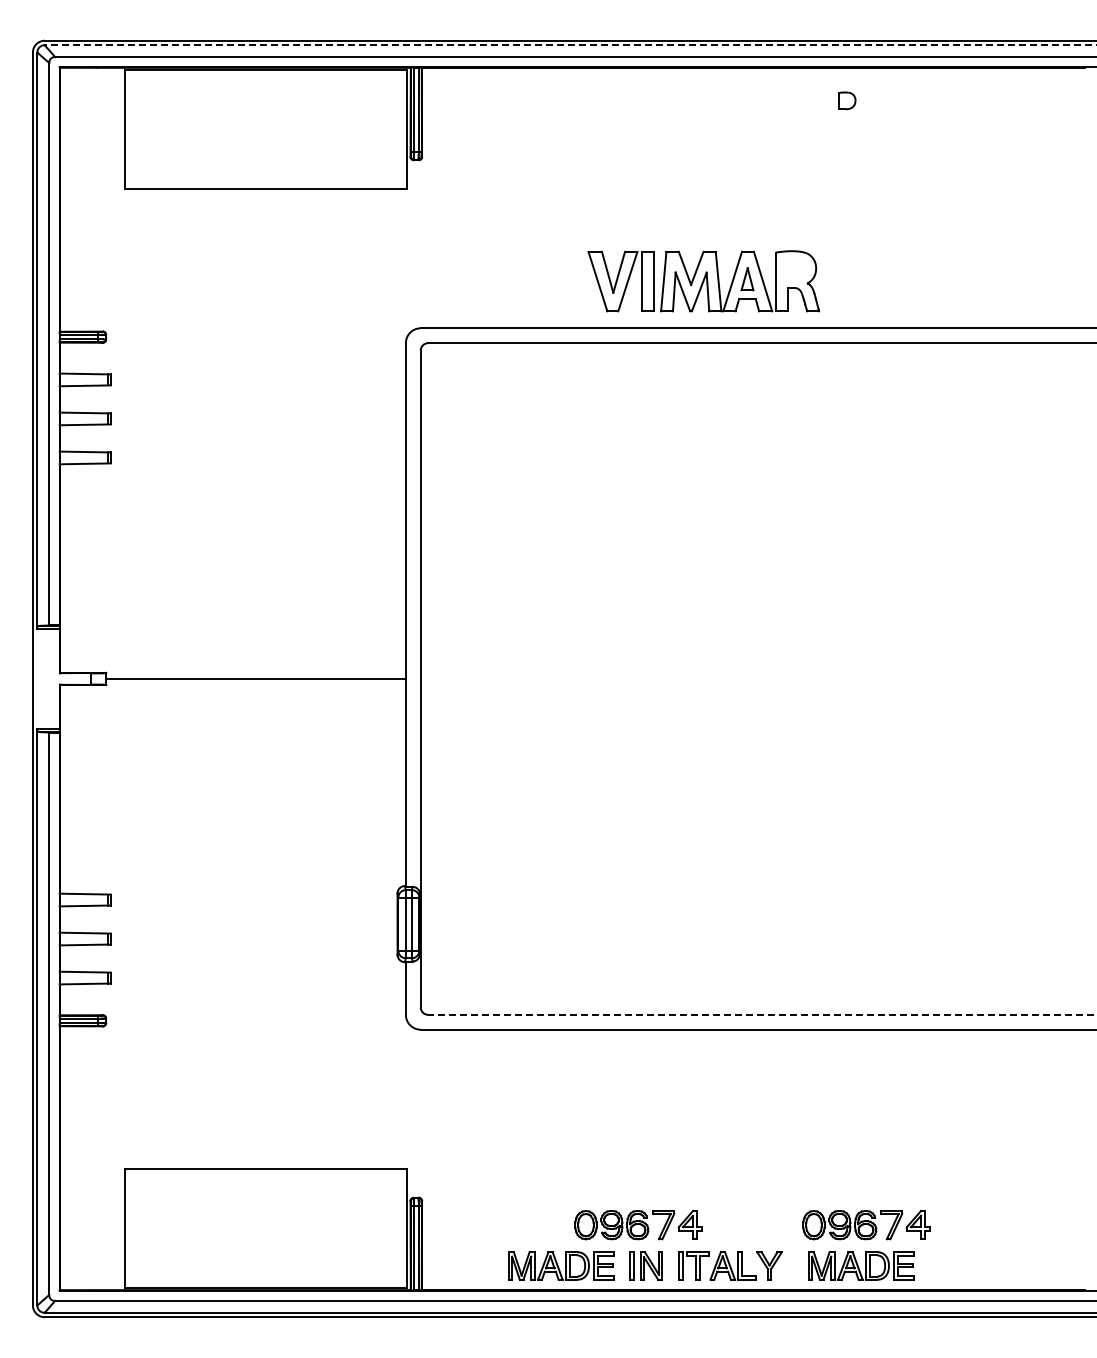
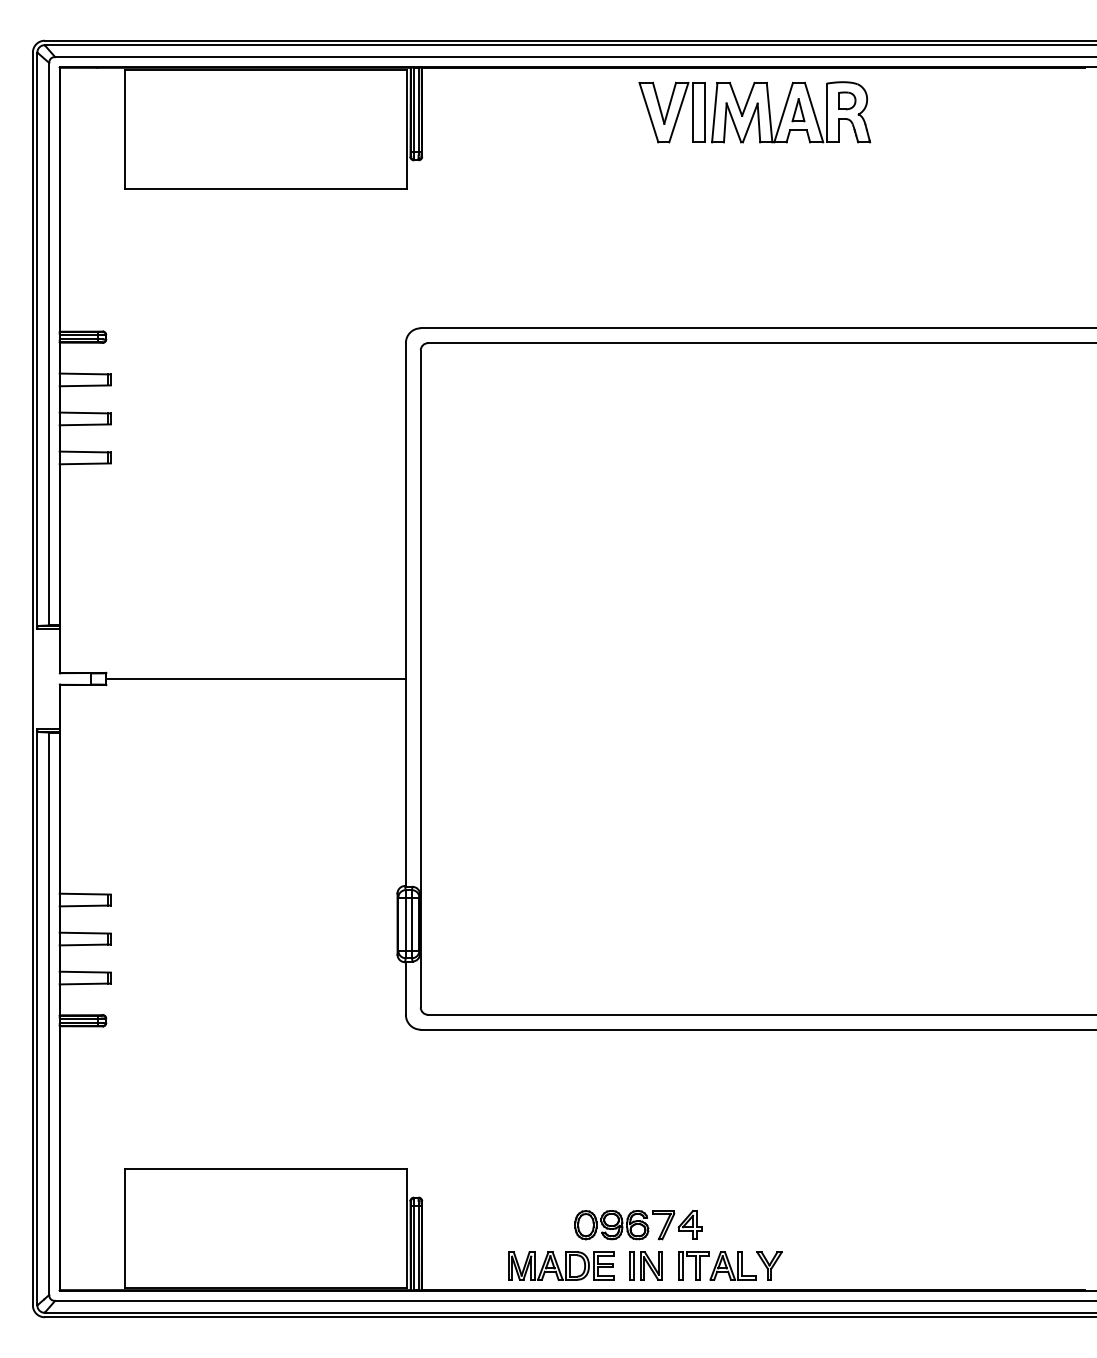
line at (570, 45): dashed -> solid
part at (703, 281) position: (703, 281) -> (754, 112)
line at (762, 1014): dashed -> solid
part at (866, 1225): present -> none
part at (861, 1265): present -> none
